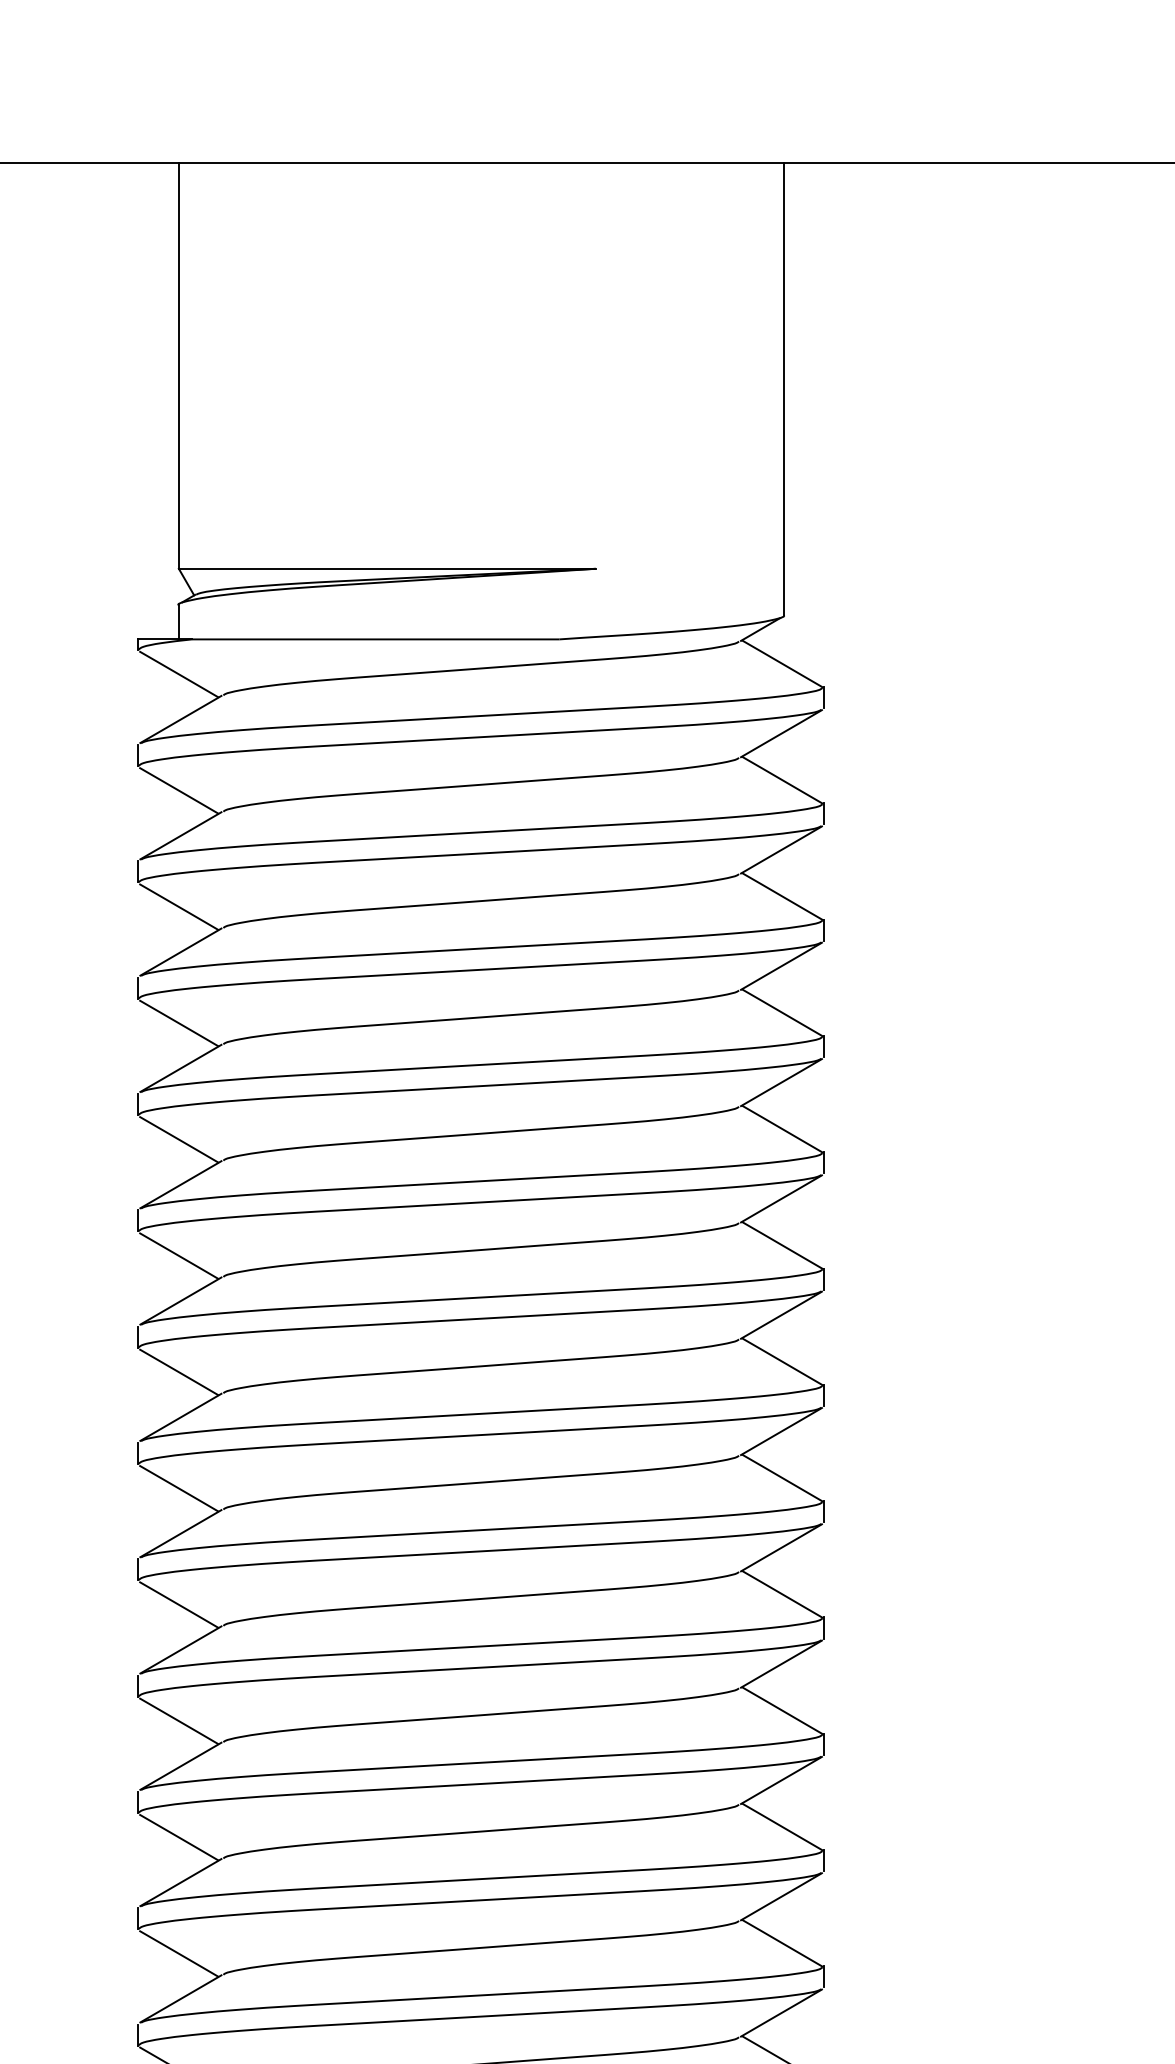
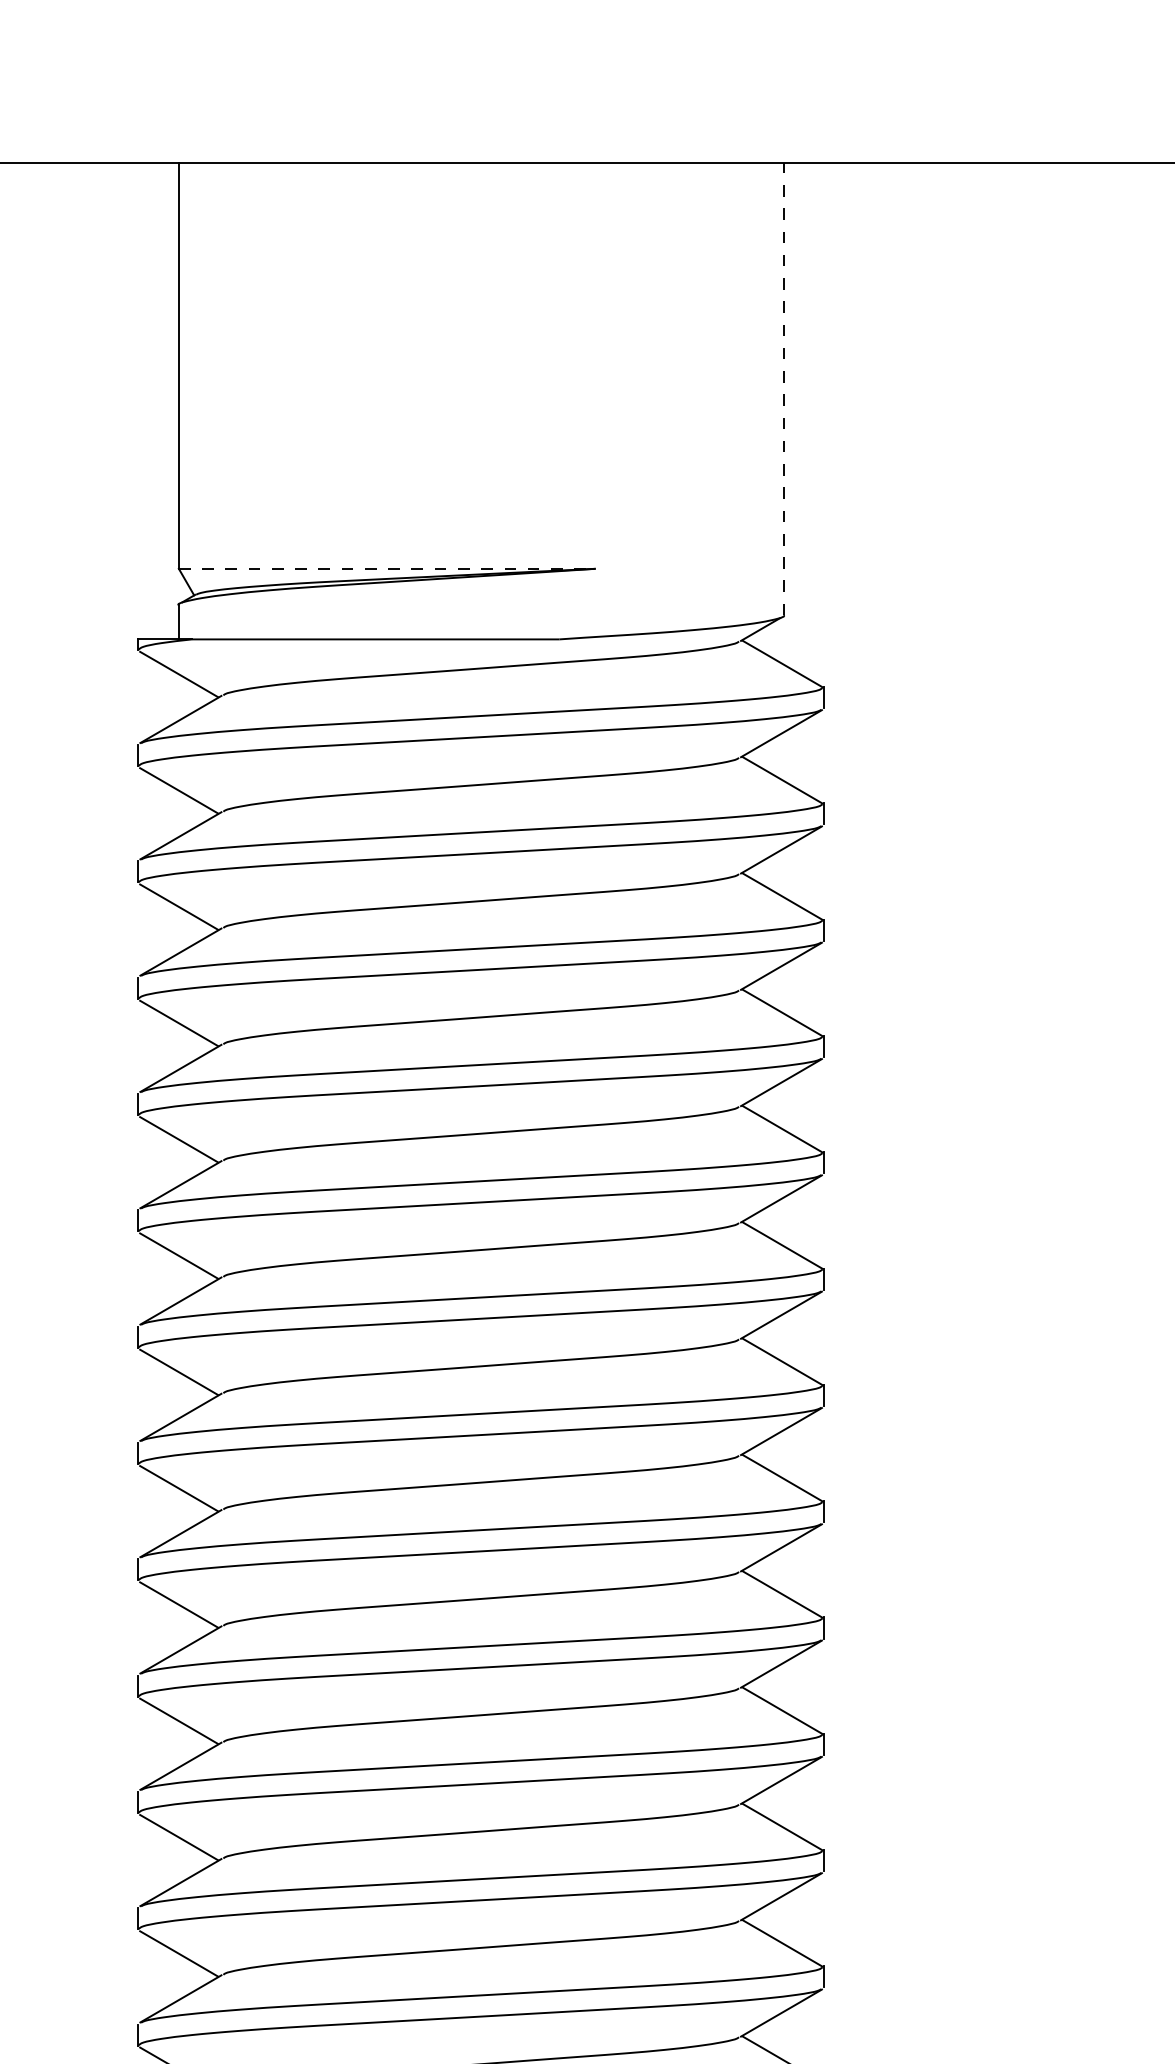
line at (783, 388): solid -> dashed
line at (387, 568): solid -> dashed
